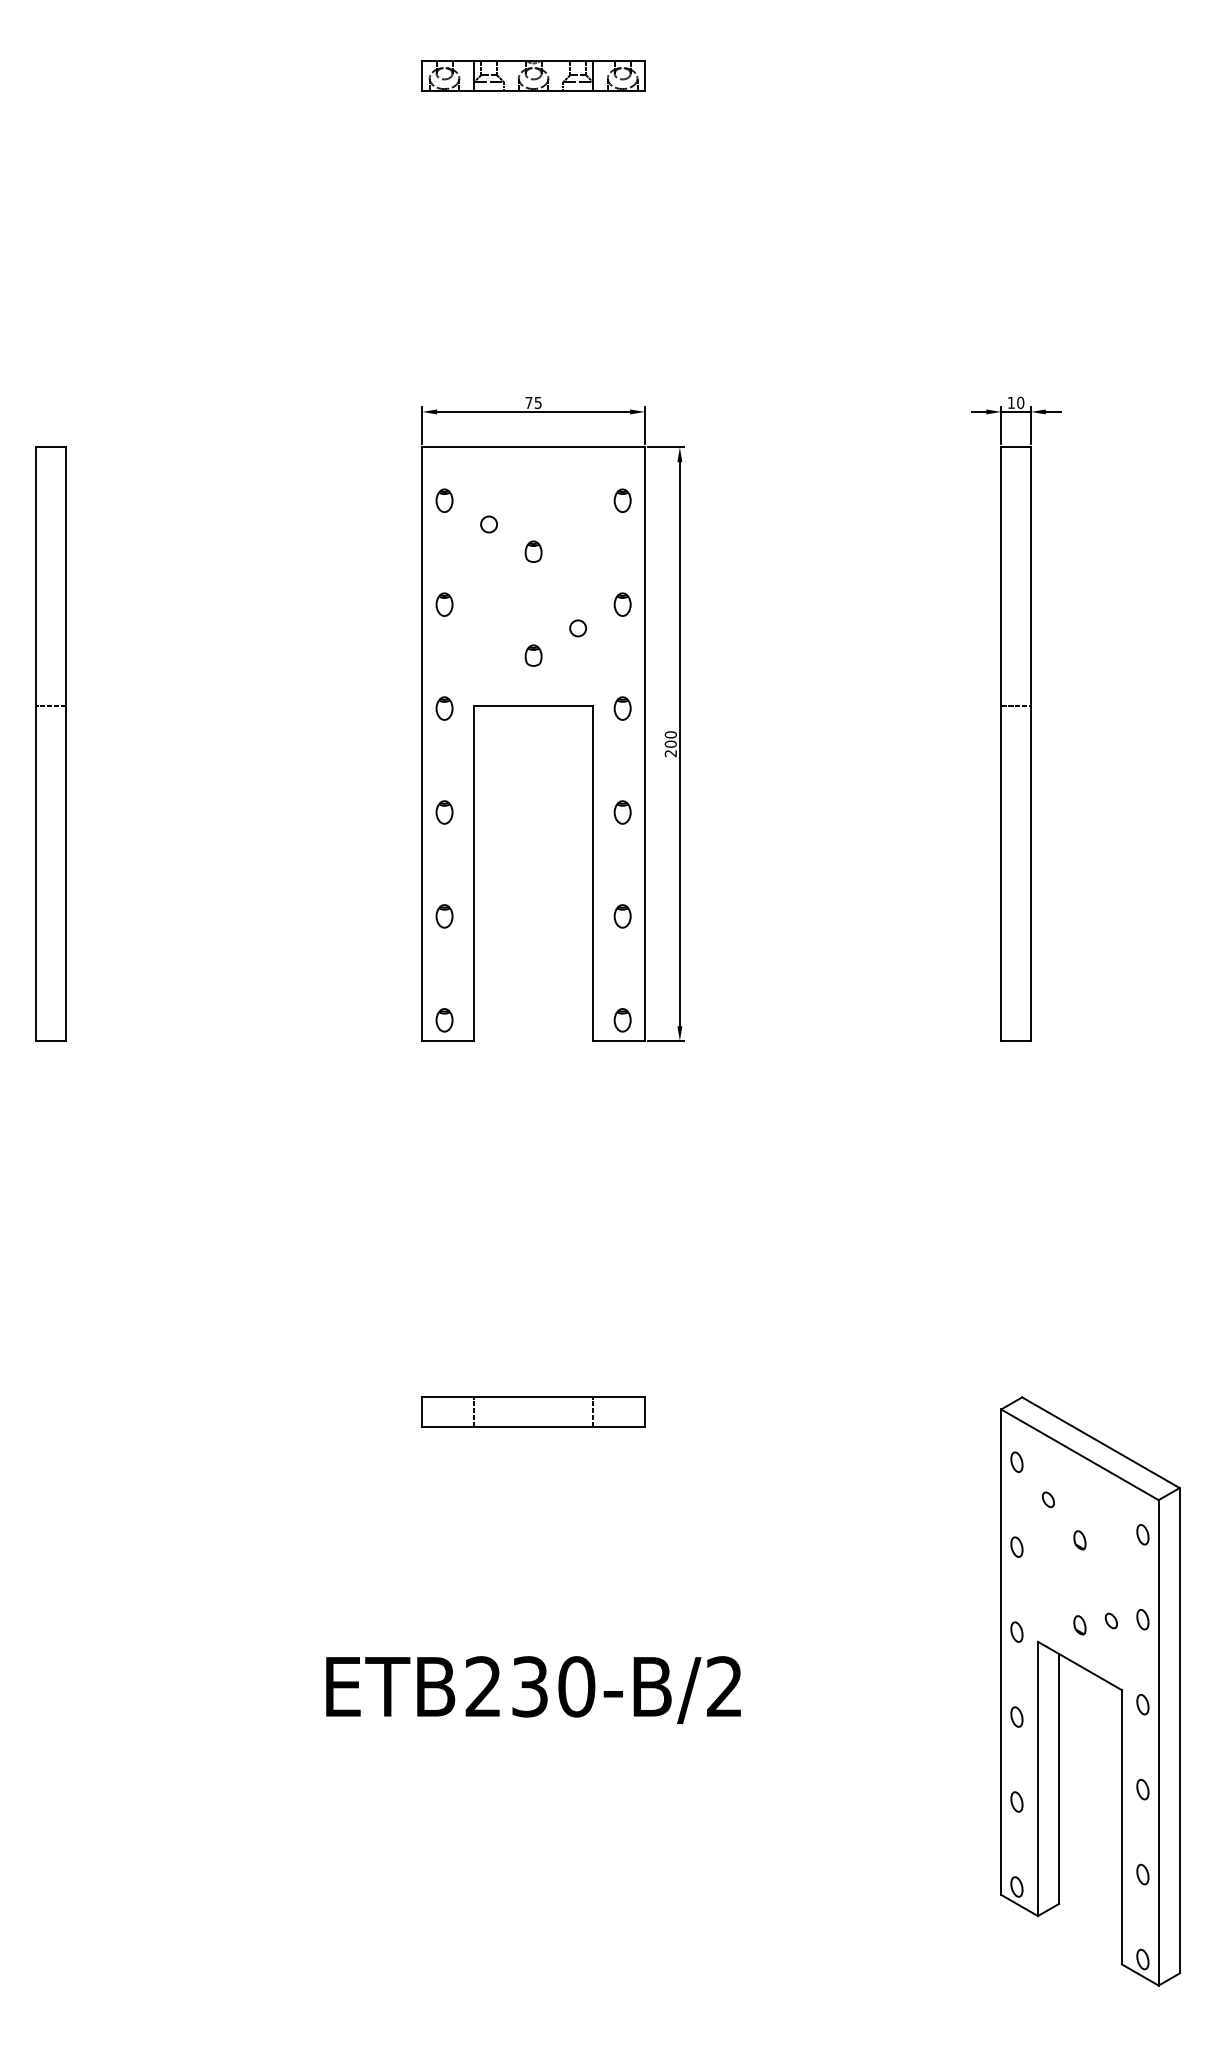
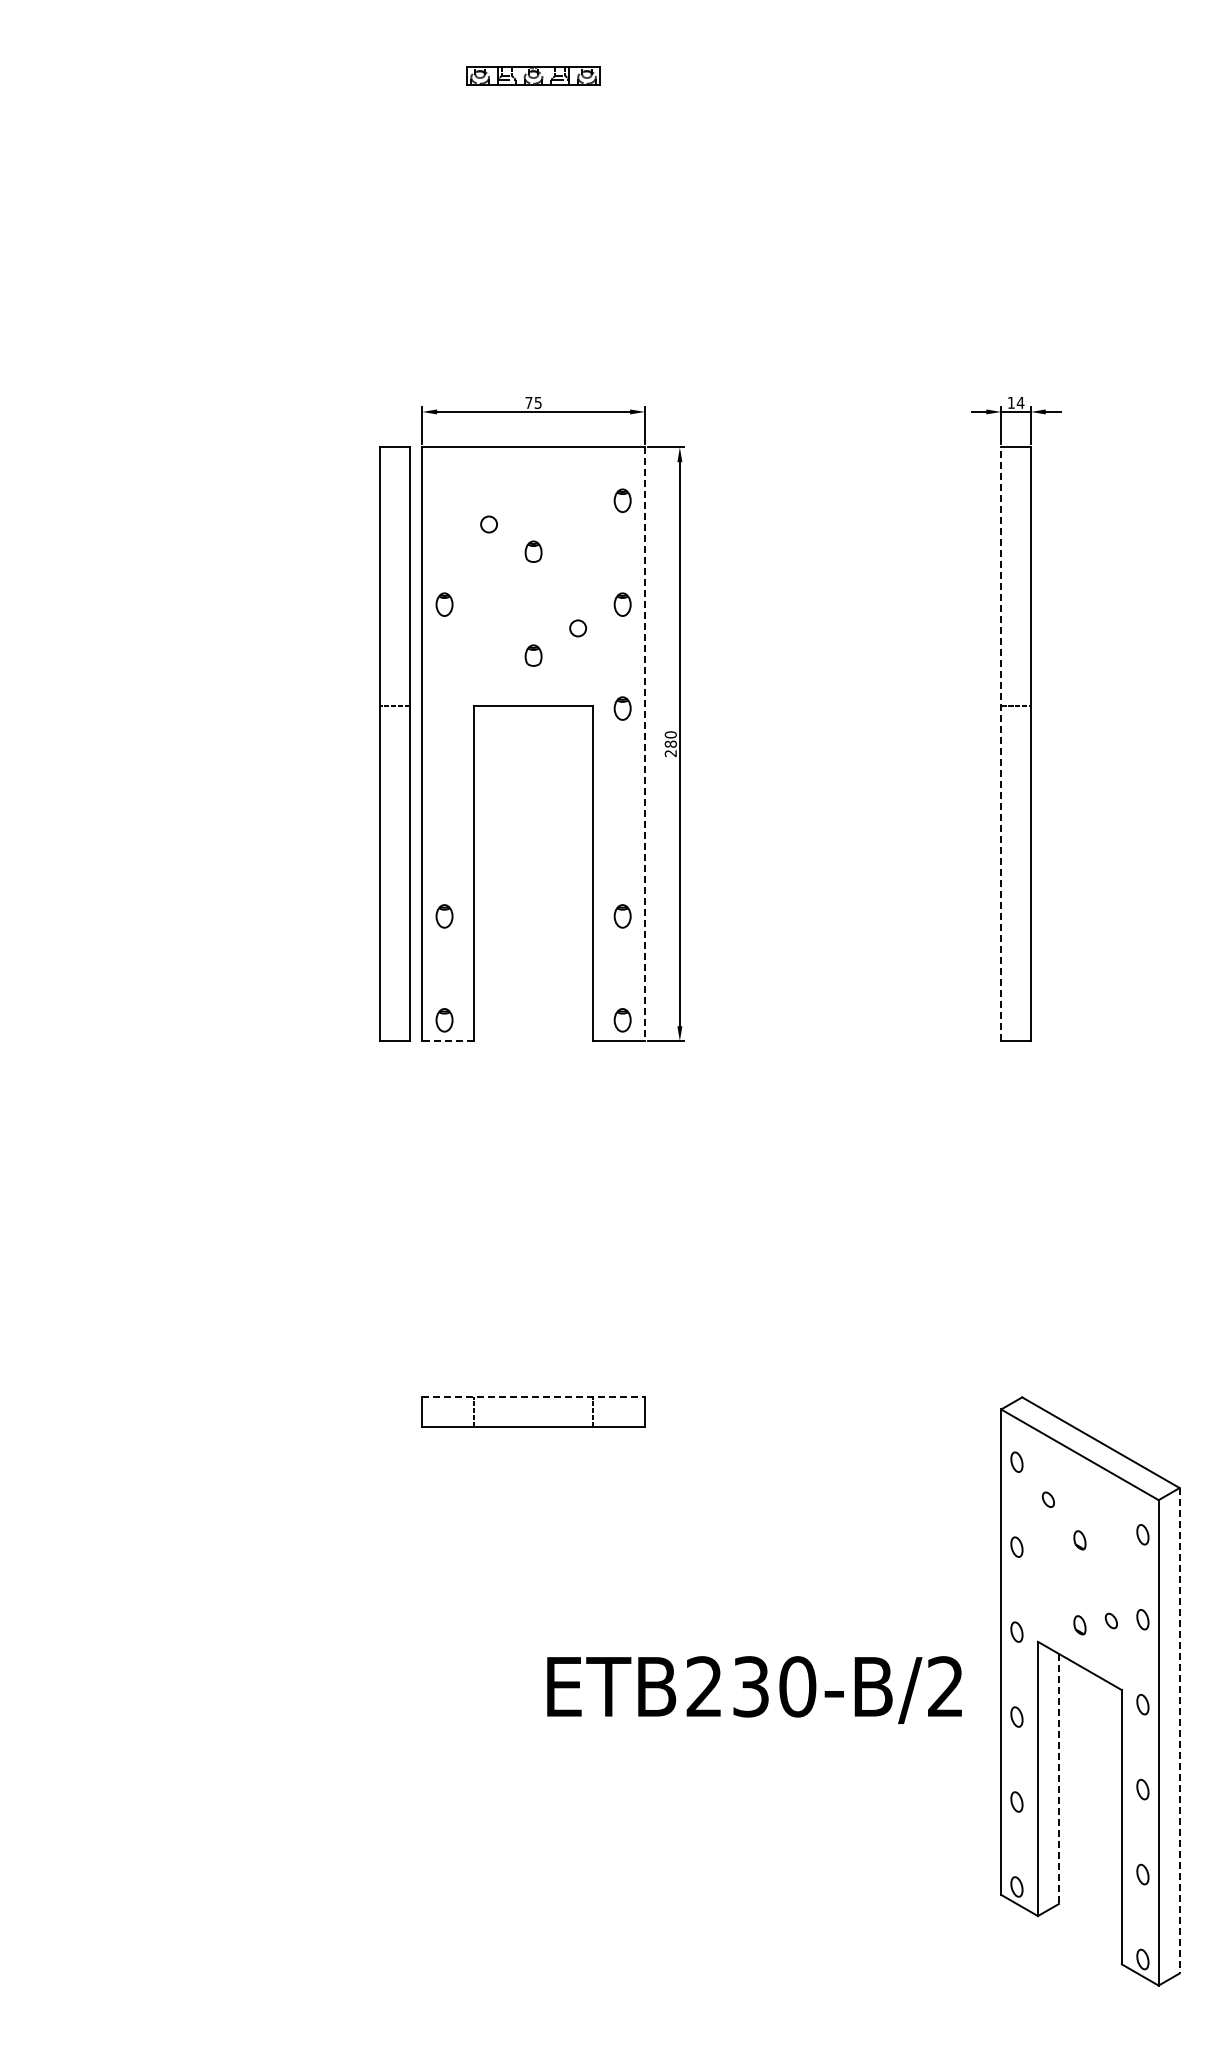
part at (533, 75) size: 225x32 px -> 135x20 px
text at (1020, 402): 10 -> 14
part at (444, 500): present -> none
part at (444, 708): present -> none
part at (50, 743) position: (50, 743) -> (394, 743)
text at (670, 743): 200 -> 280
line at (644, 744): solid -> dashed
line at (1001, 744): solid -> dashed
part at (444, 812): present -> none
part at (622, 812): present -> none
line at (448, 1041): solid -> dashed
line at (534, 1397): solid -> dashed
text at (533, 1689) position: (533, 1689) -> (754, 1689)
line at (1179, 1730): solid -> dashed
line at (1058, 1779): solid -> dashed
